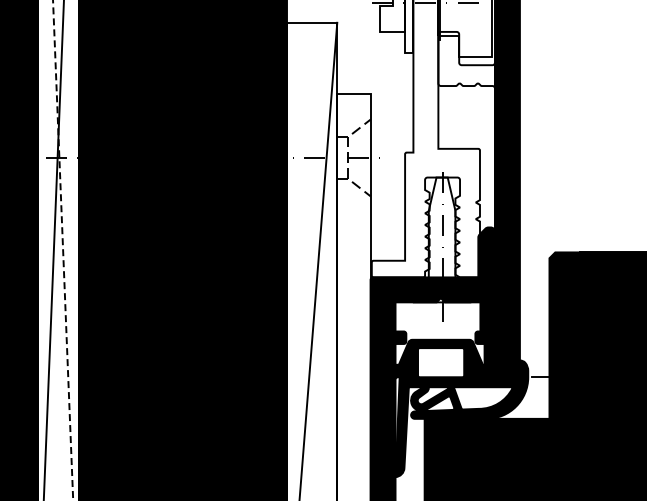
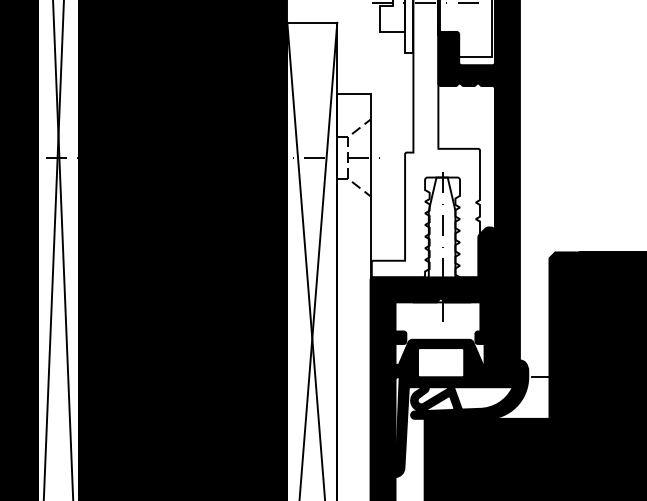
fill at (466, 59): none -> present
line at (63, 250): dashed -> solid
line at (305, 259): none -> present
